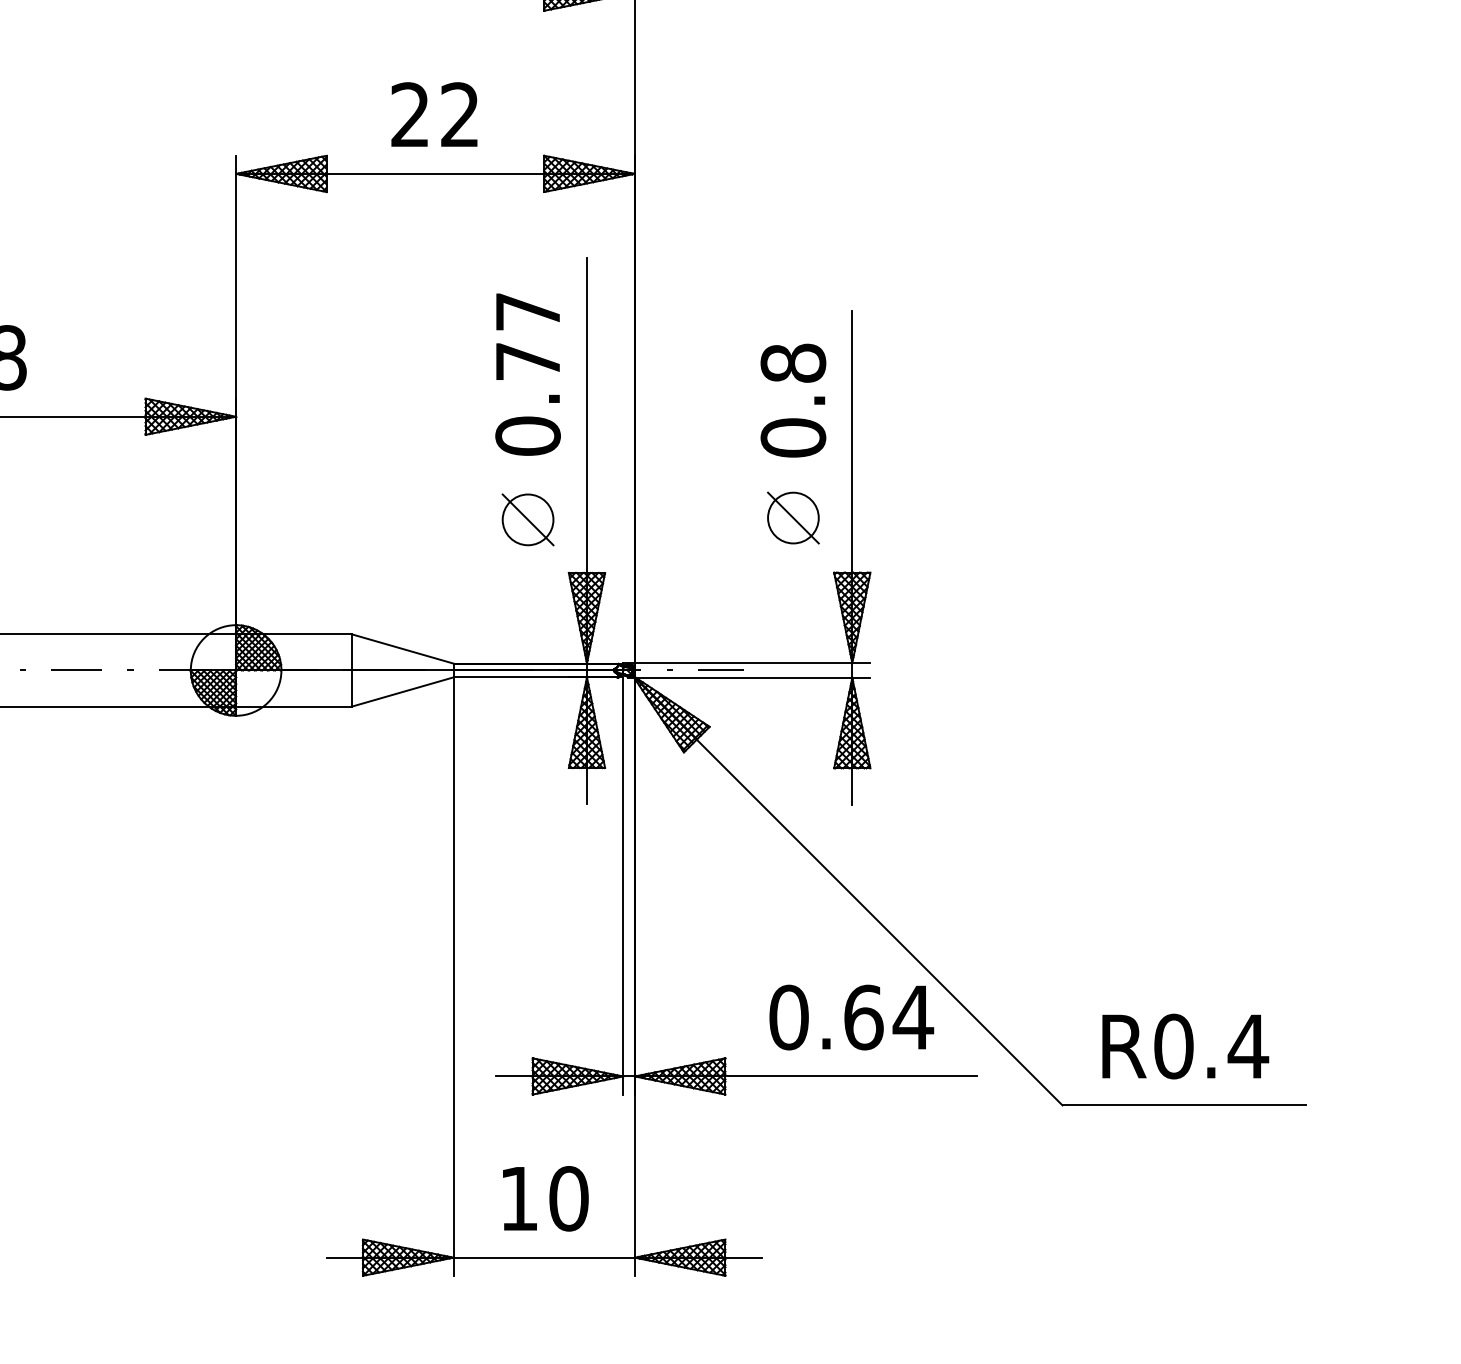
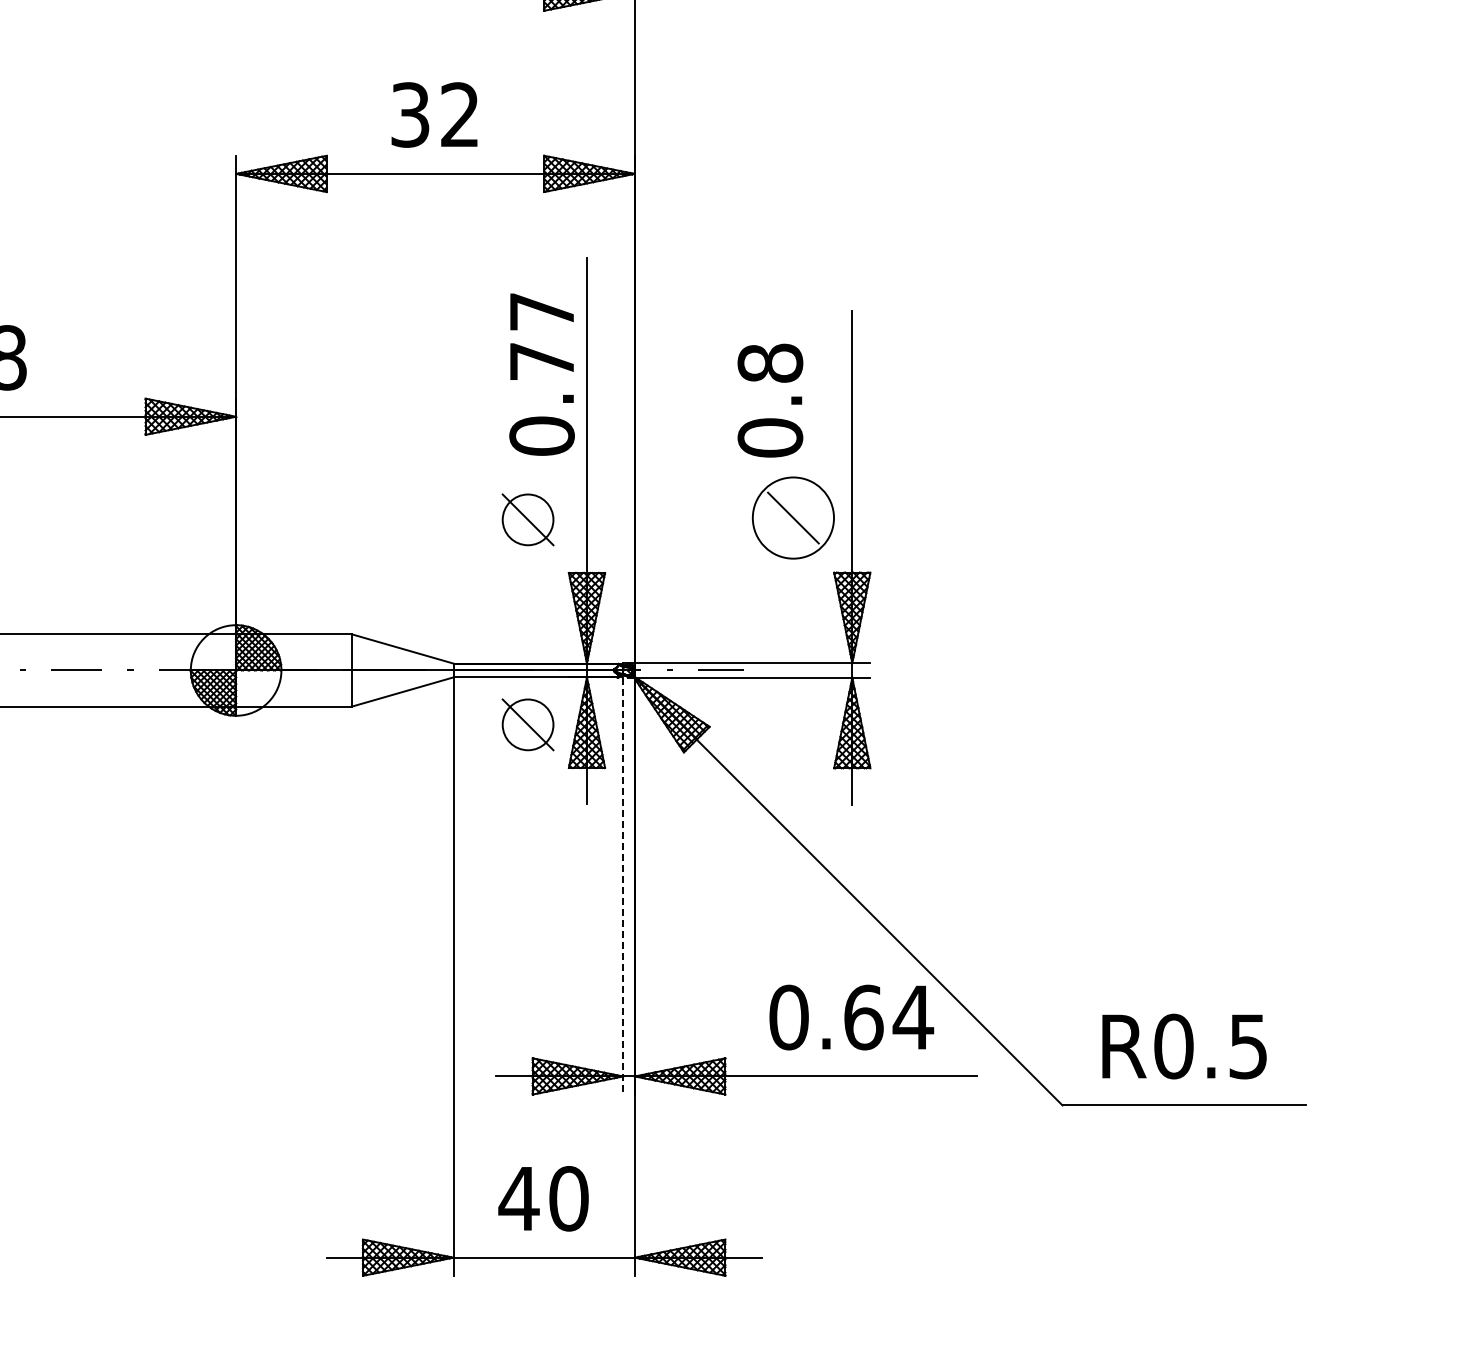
text at (410, 114): 22 -> 32
text at (527, 374) position: (527, 374) -> (541, 374)
text at (793, 400) position: (793, 400) -> (770, 400)
circle at (793, 517) diameter: 51 px -> 81 px
part at (527, 724): none -> present
line at (623, 886): solid -> dashed
text at (1248, 1046): R0.4 -> R0.5
text at (518, 1198): 10 -> 40
